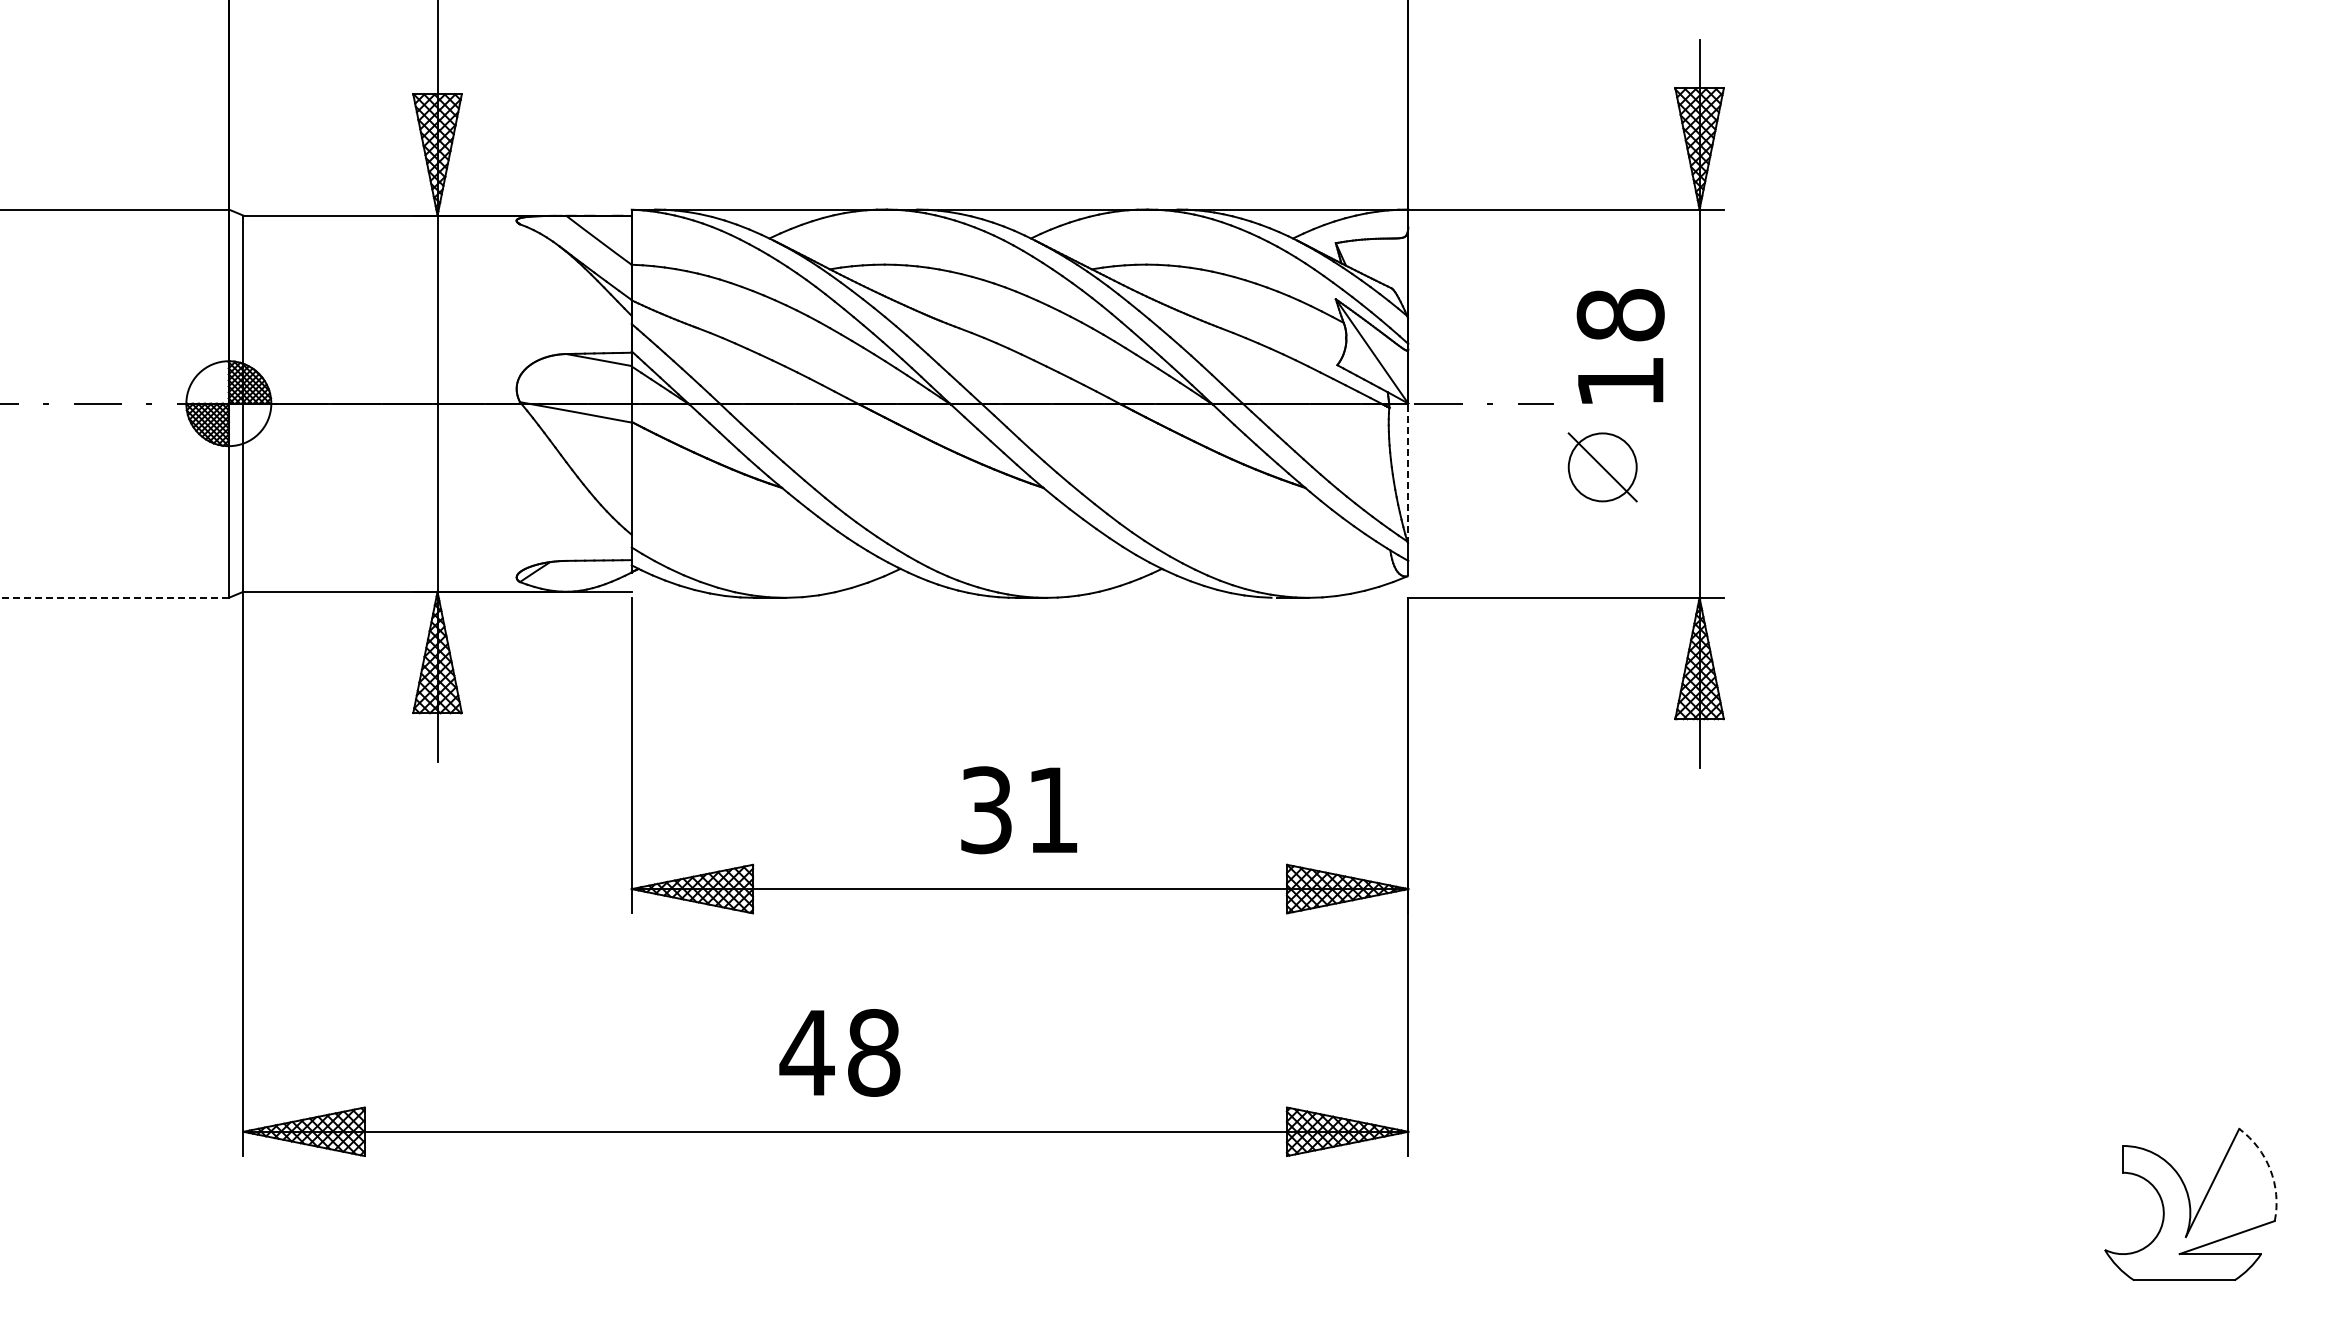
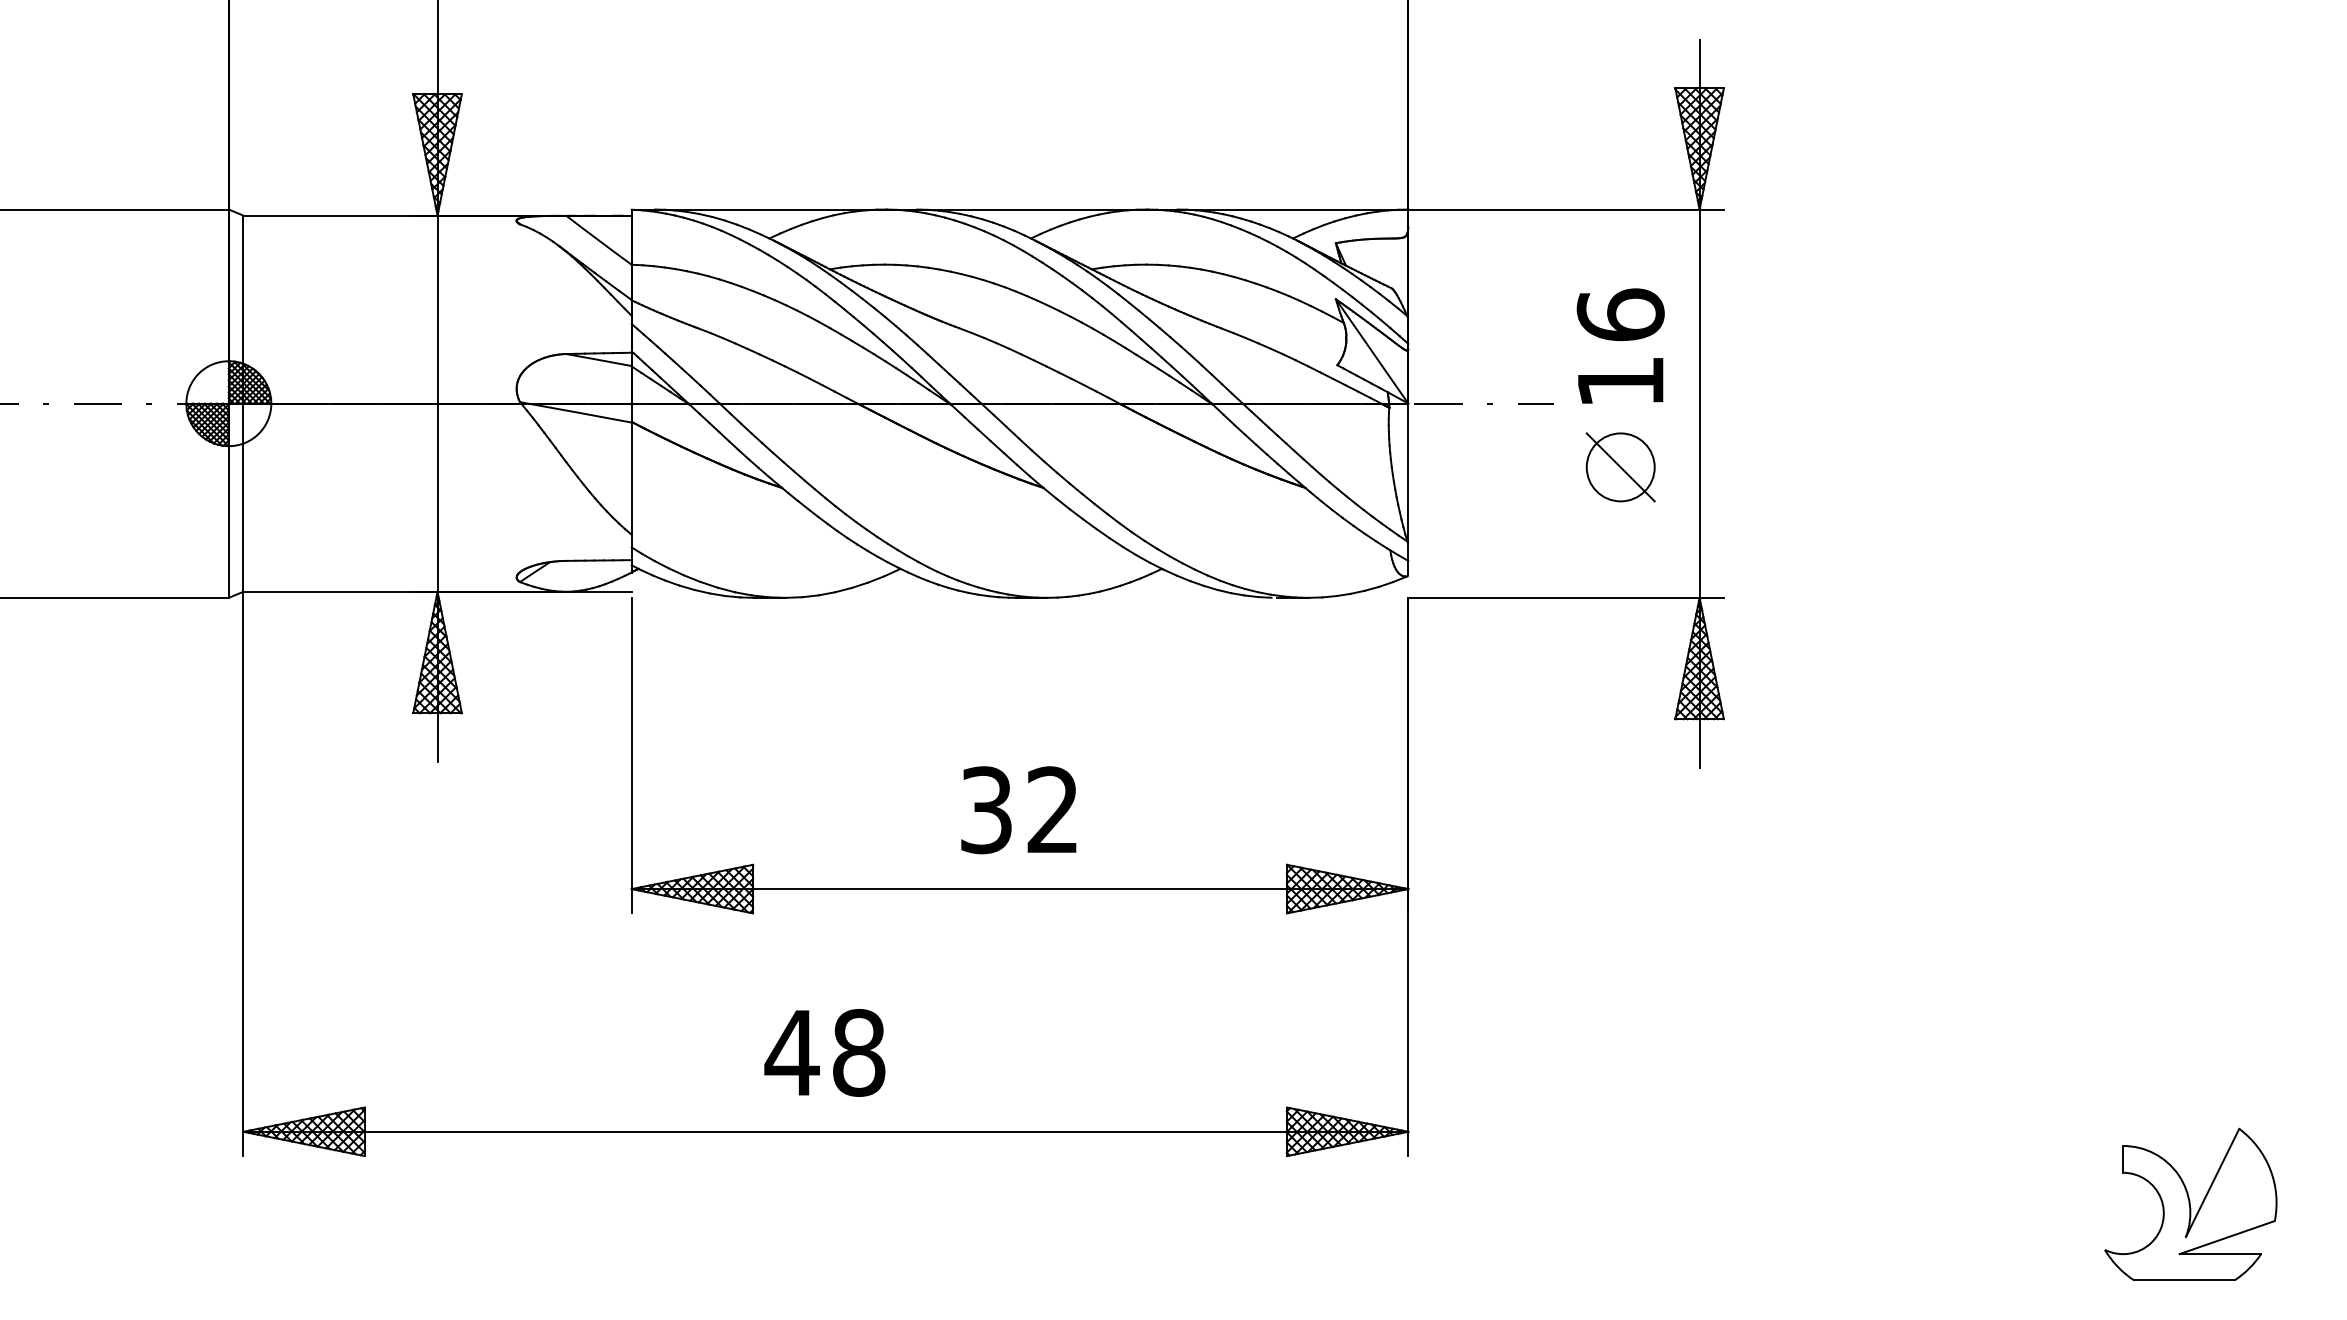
text at (1620, 314): 18 -> 16
part at (1602, 467) position: (1602, 467) -> (1620, 467)
line at (1408, 473): dashed -> solid
line at (114, 597): dashed -> solid
text at (1052, 809): 31 -> 32
text at (839, 1052) position: (839, 1052) -> (824, 1052)
arc at (2270, 1169): dashed -> solid
